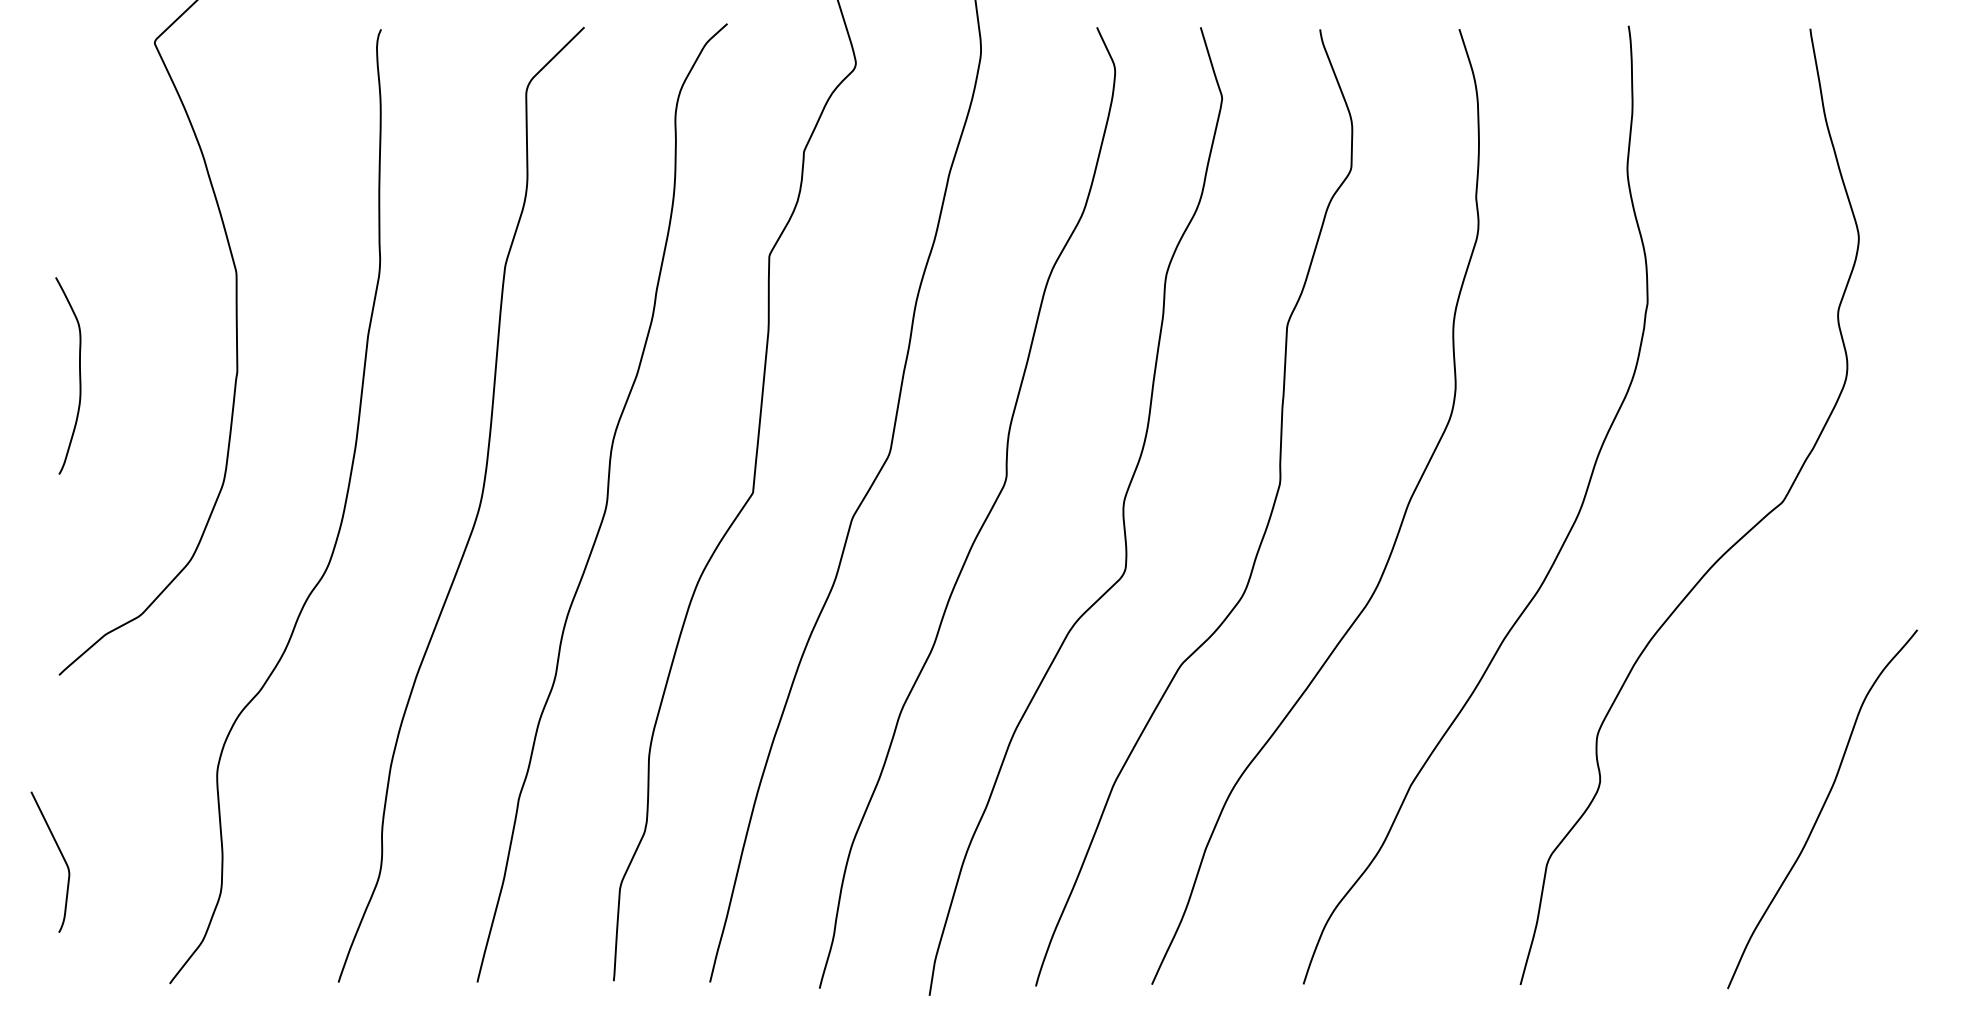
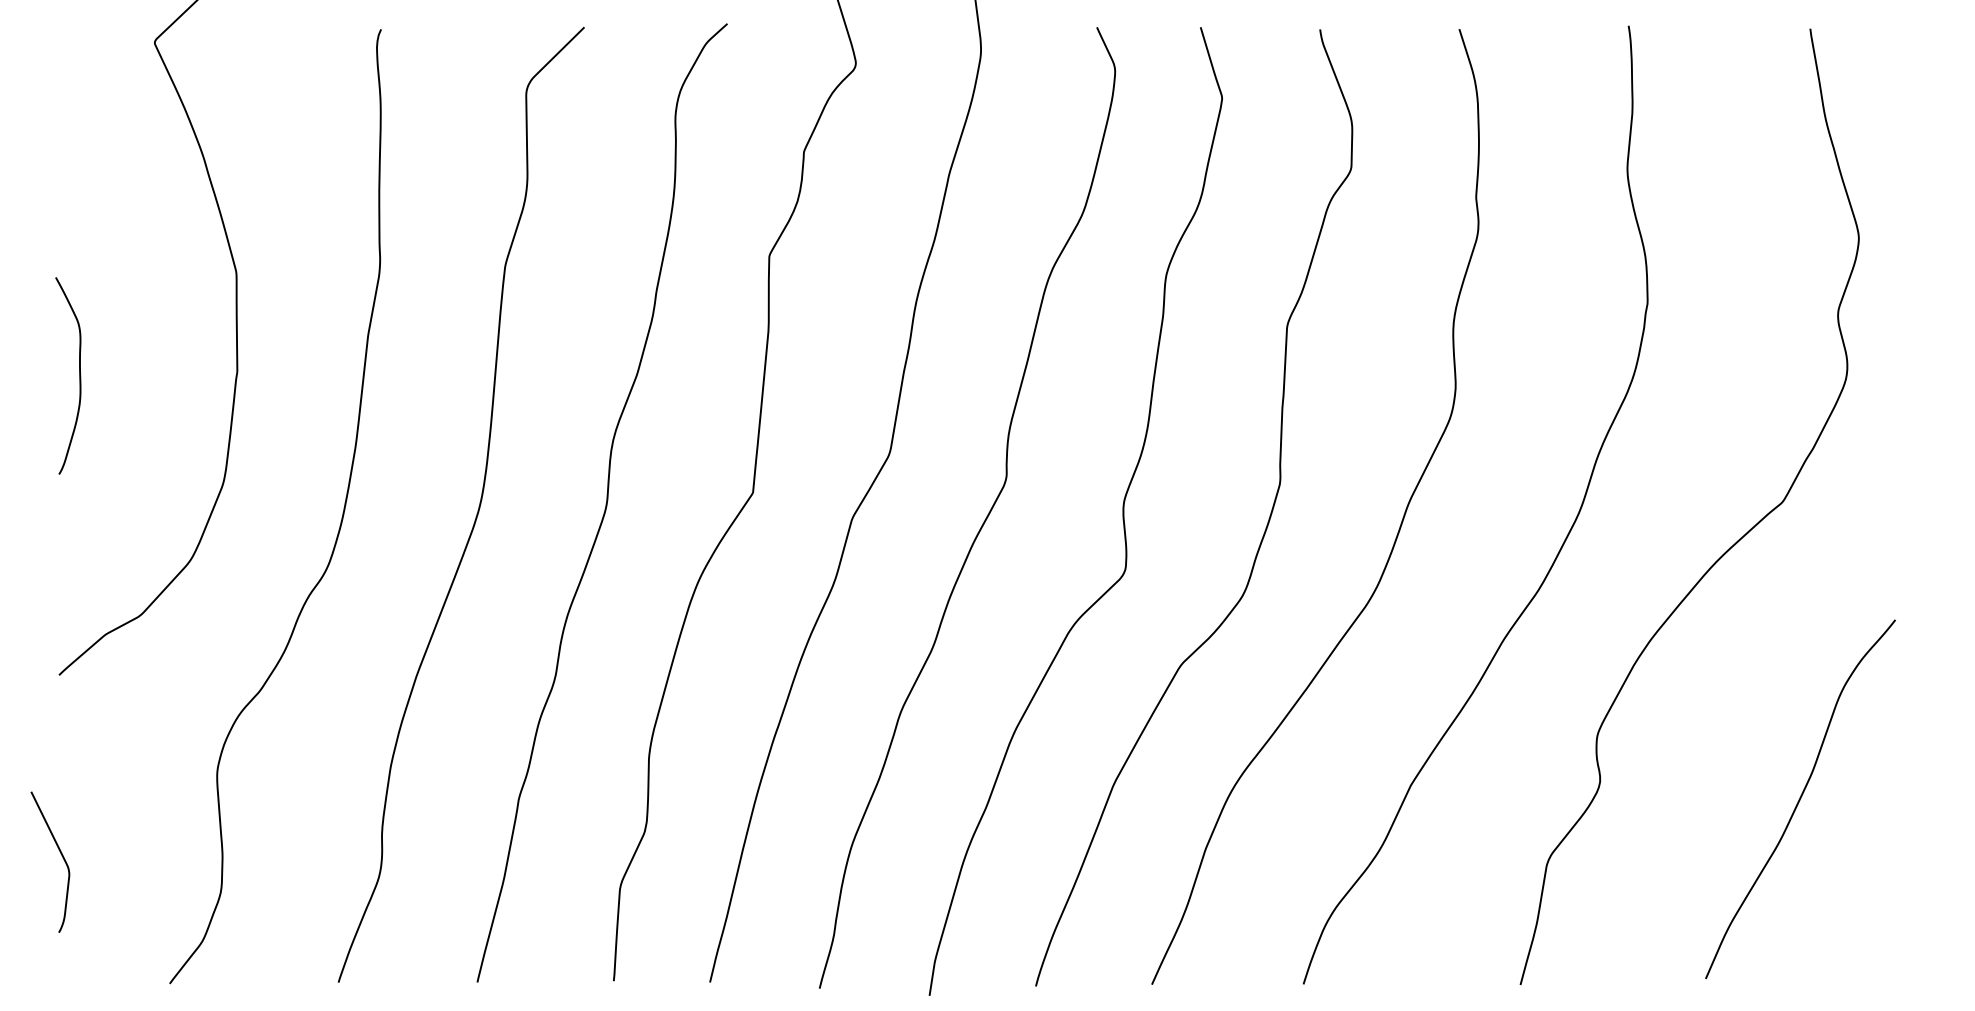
curve at (1822, 809) position: (1822, 809) -> (1800, 799)
